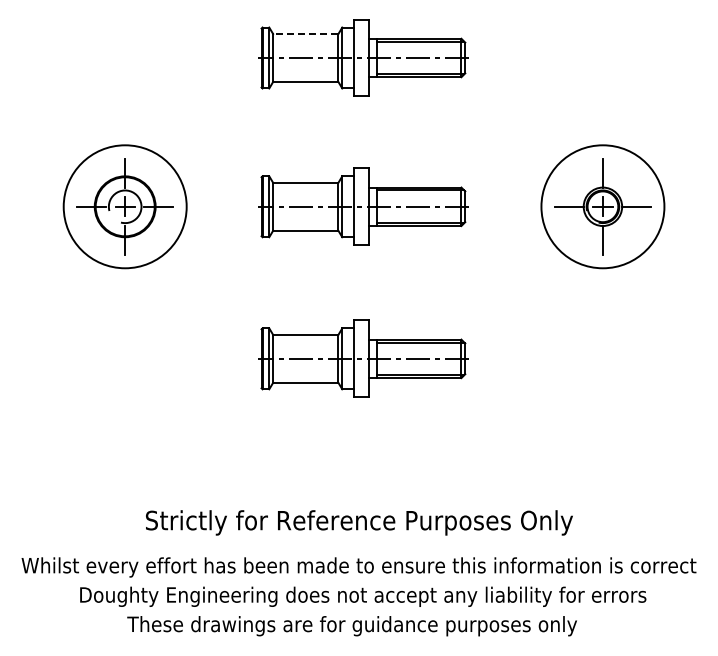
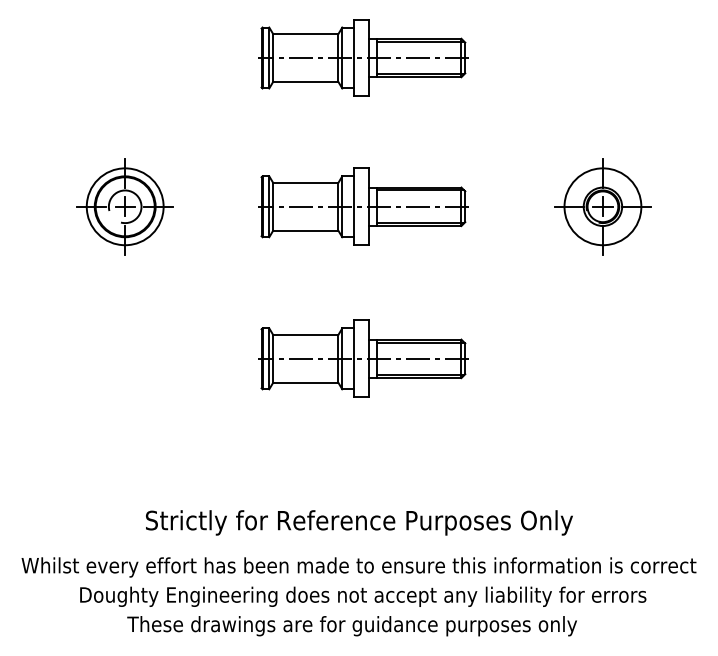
line at (305, 33): dashed -> solid
circle at (124, 206) diameter: 123 px -> 77 px
circle at (602, 206) diameter: 123 px -> 77 px
